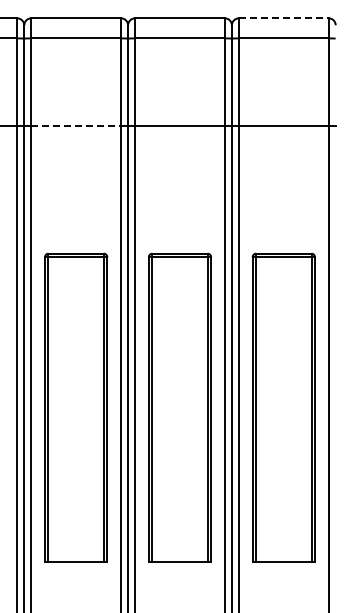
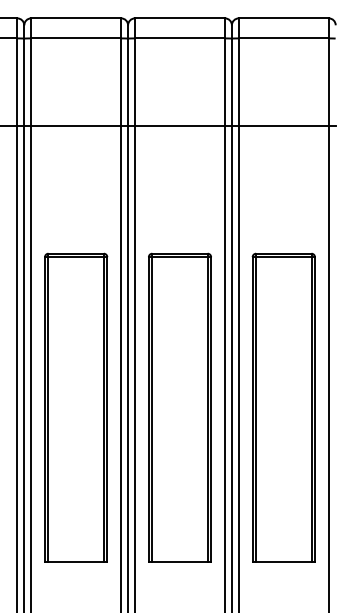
line at (283, 18): dashed -> solid
line at (76, 125): dashed -> solid
